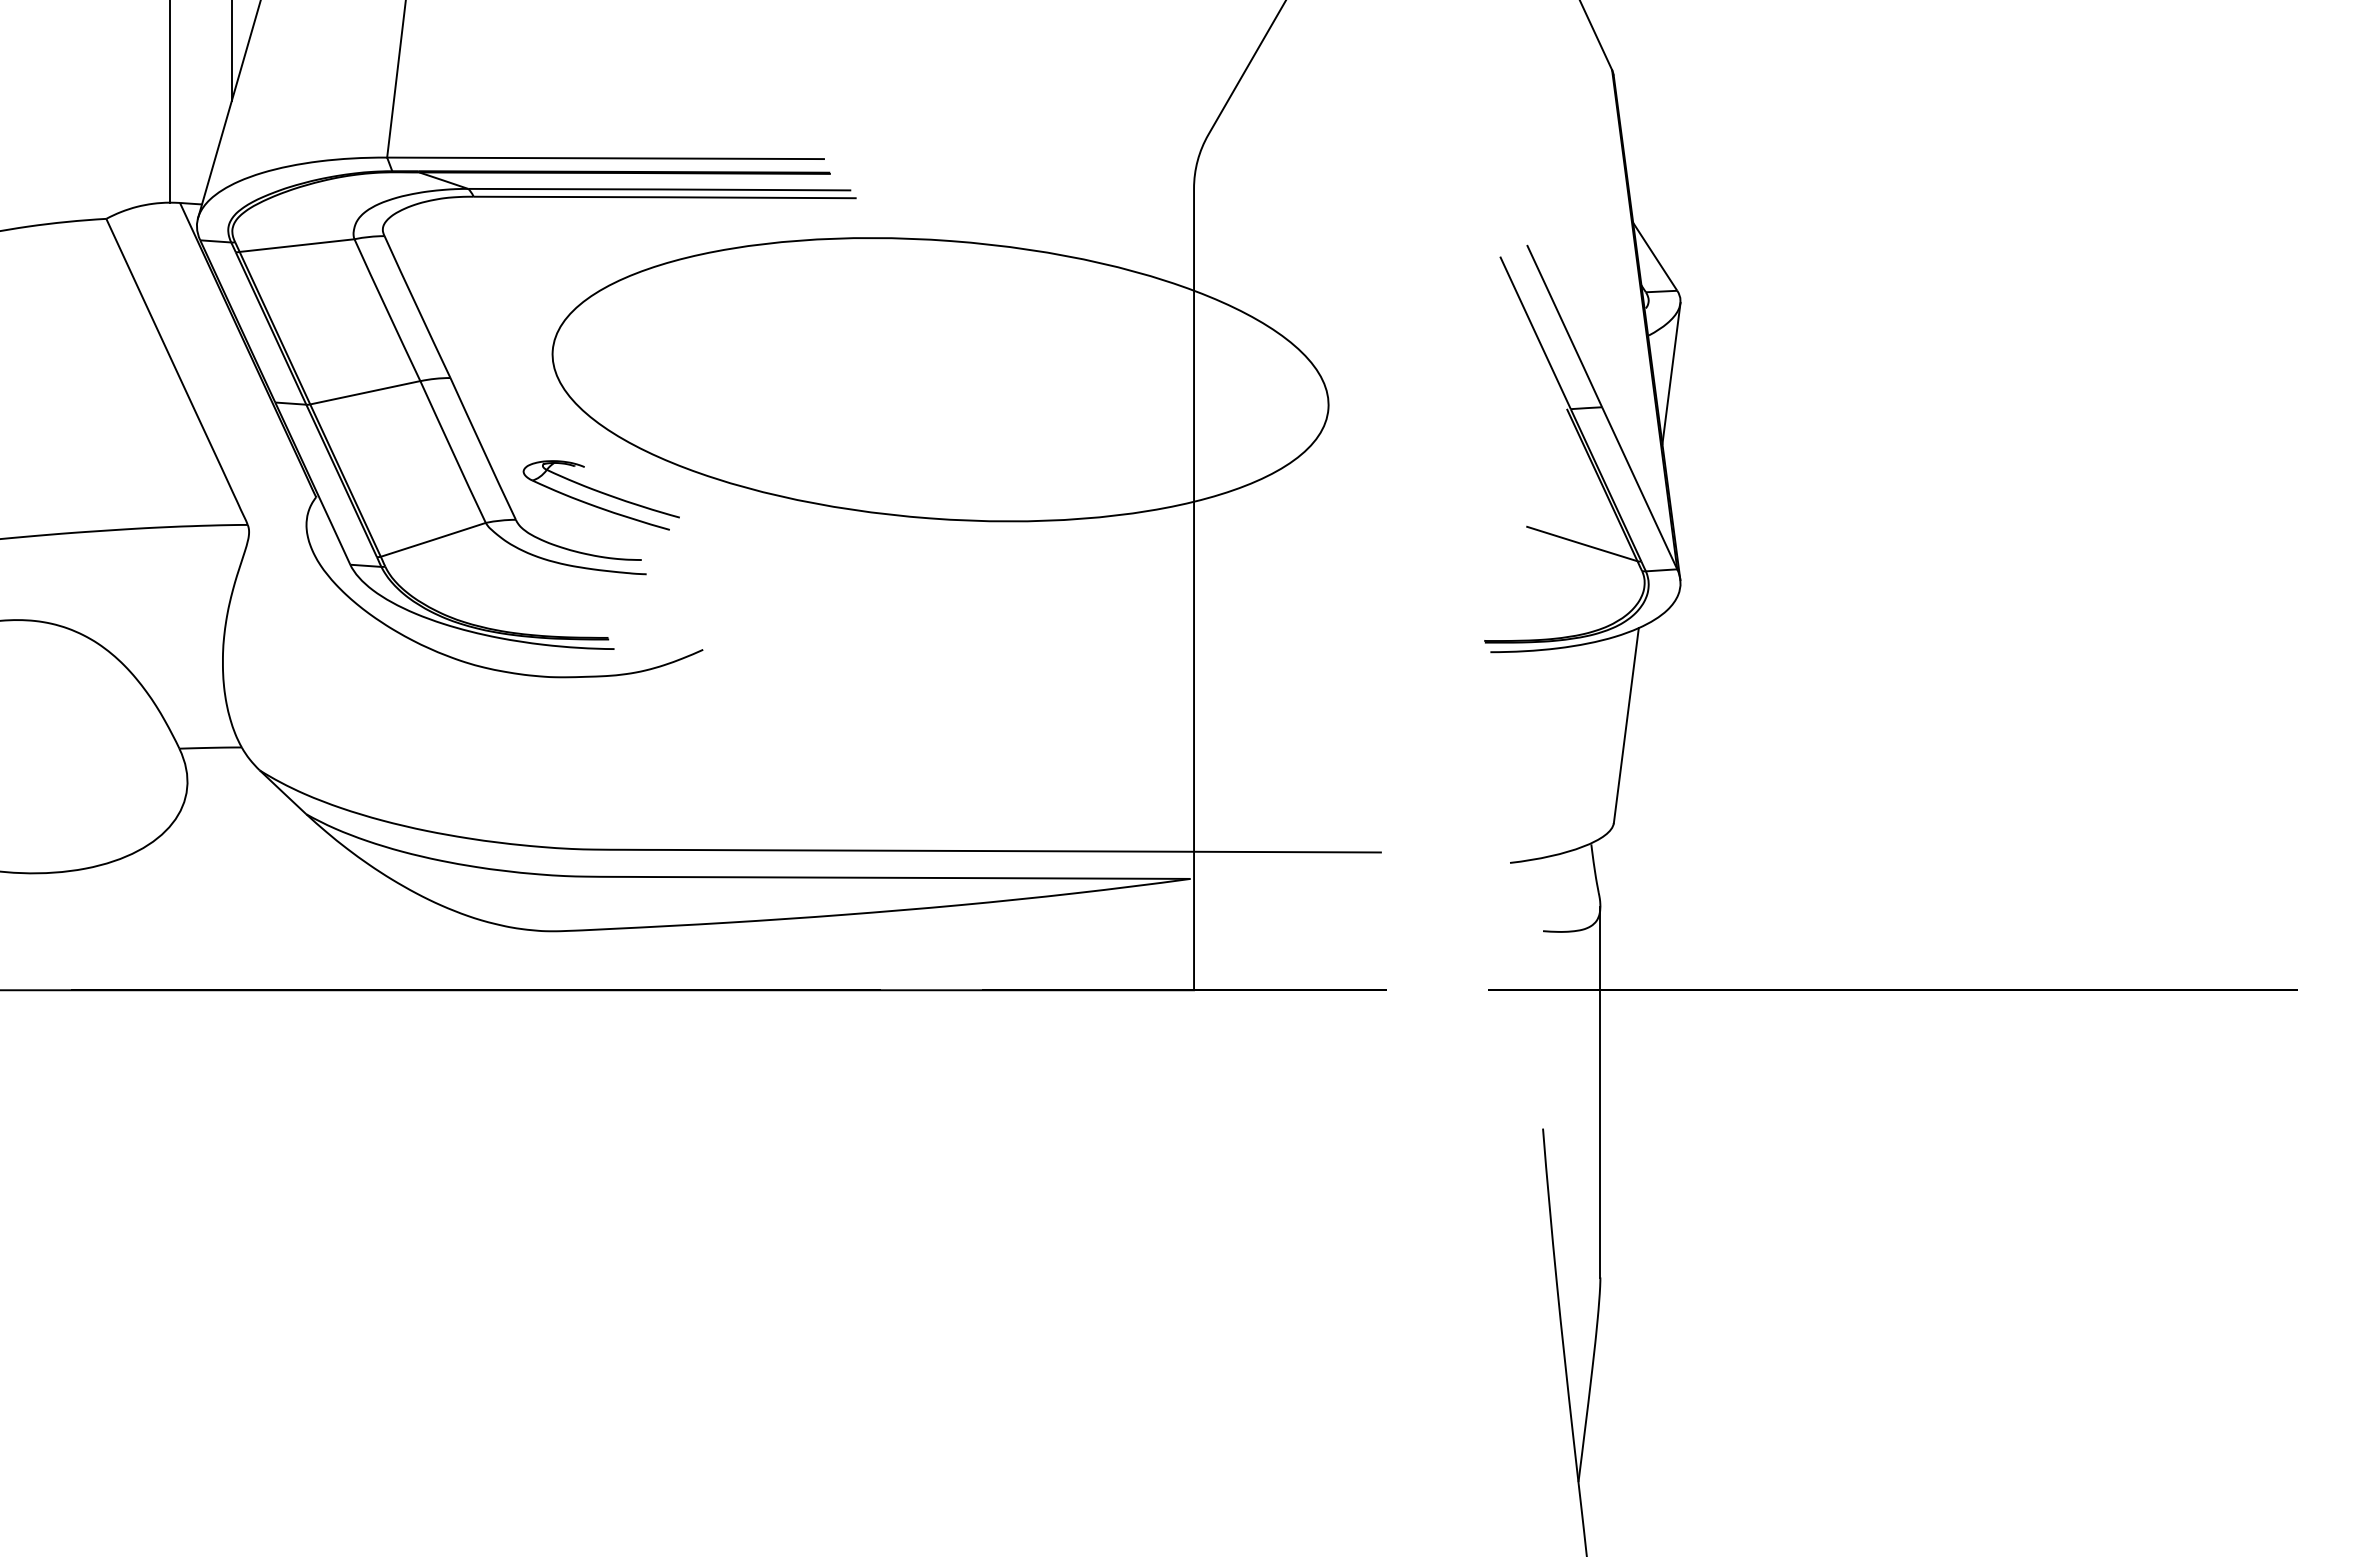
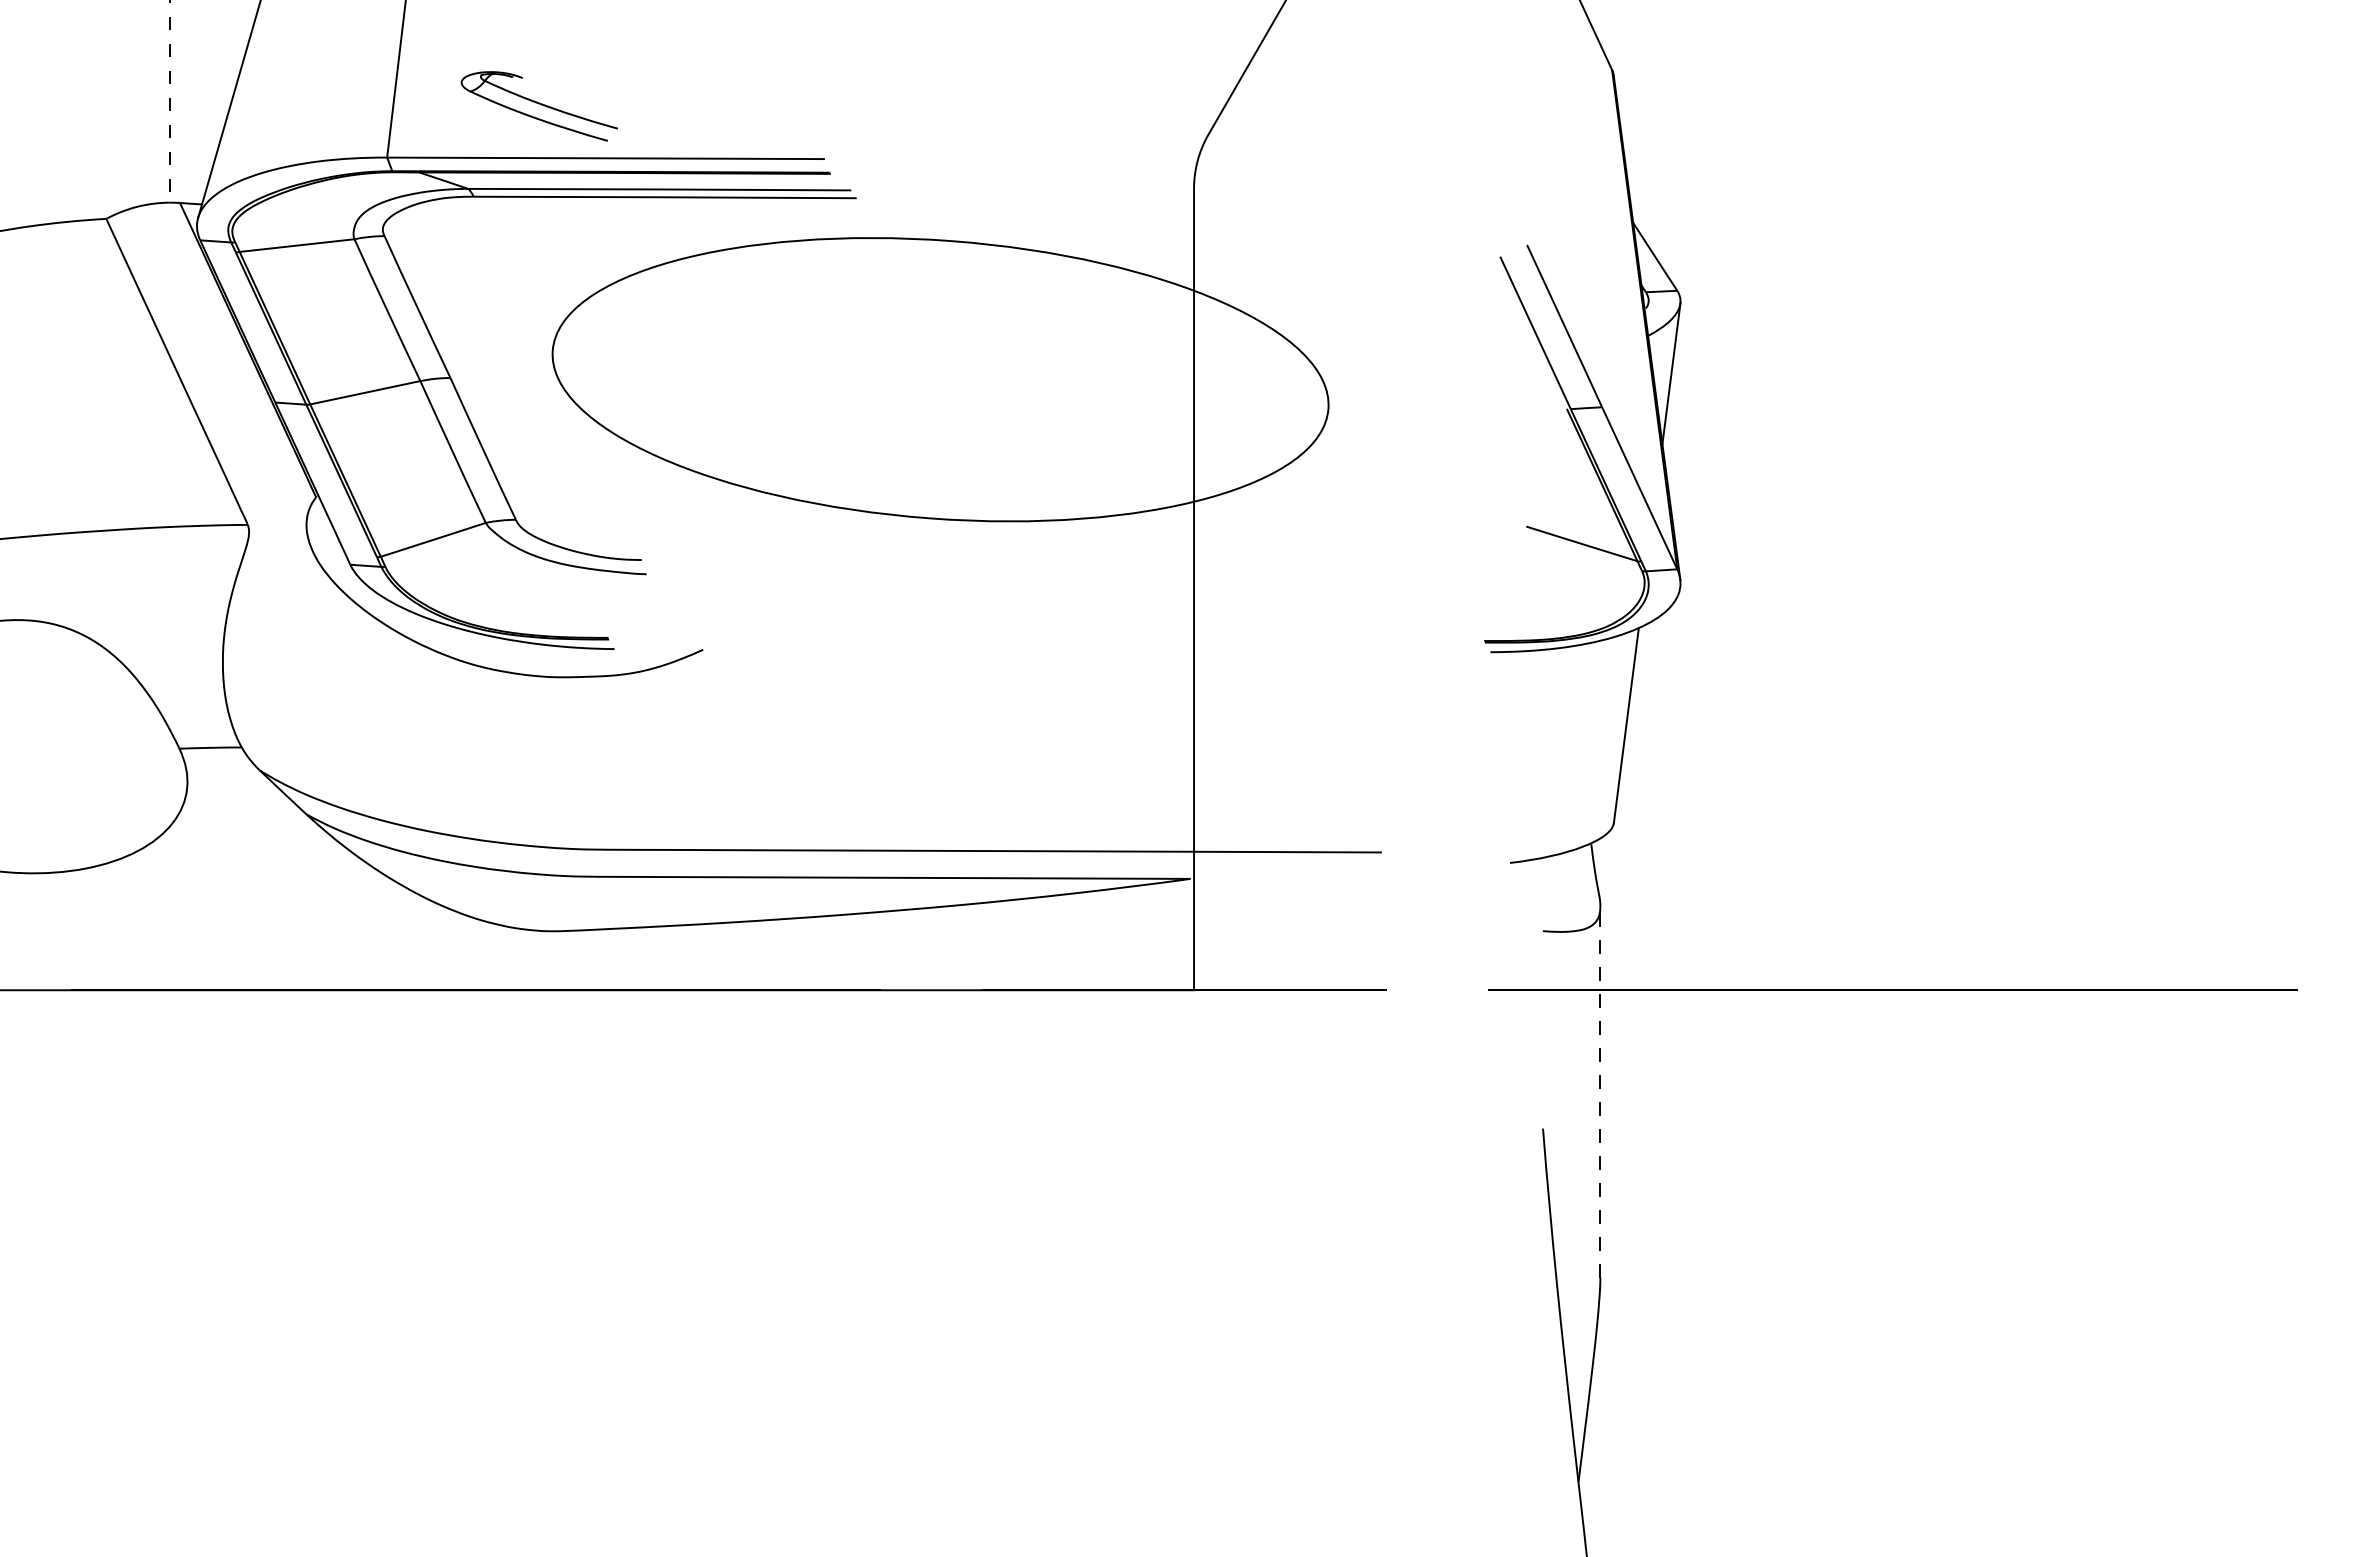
line at (231, 51): present -> none
line at (169, 101): solid -> dashed
part at (600, 495) position: (600, 495) -> (538, 106)
line at (1600, 1092): solid -> dashed
